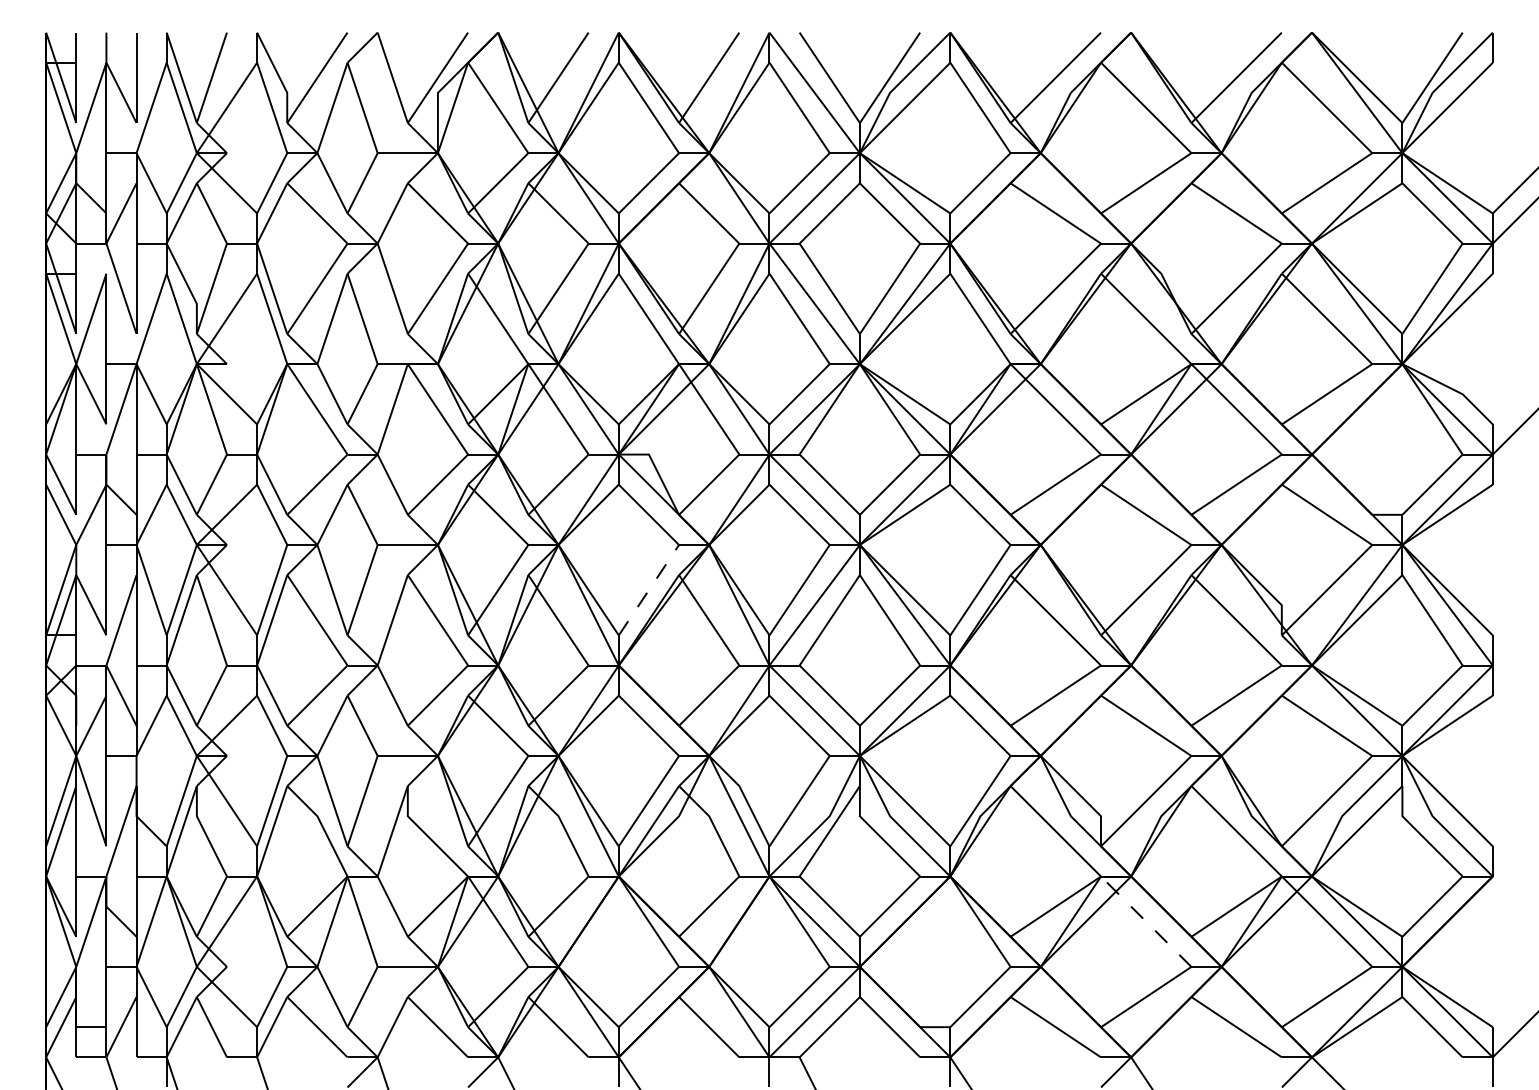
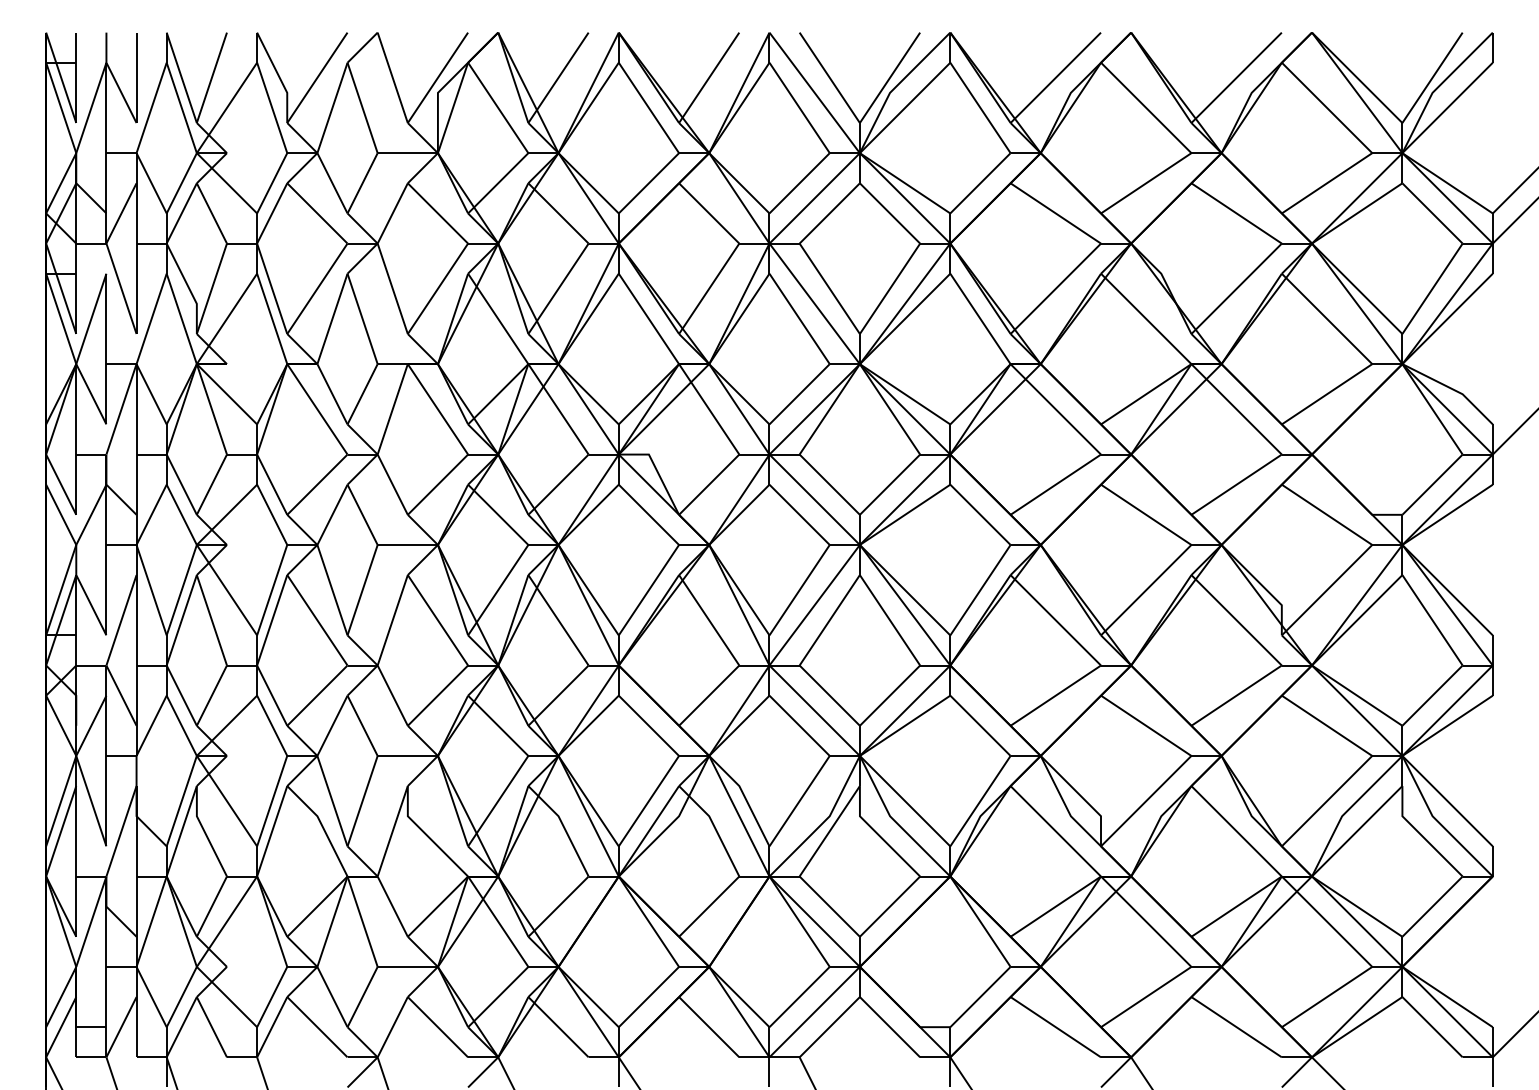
line at (649, 589): dashed -> solid
line at (1146, 921): dashed -> solid
